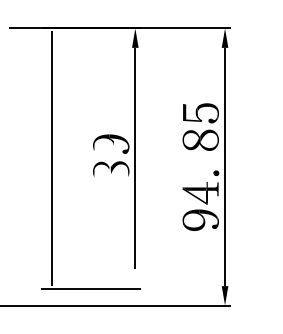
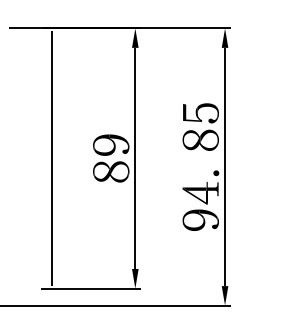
fill at (104, 148): none -> present
fill at (111, 174): none -> present
fill at (135, 278): none -> present
